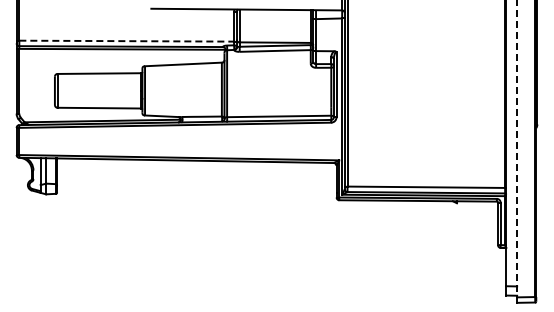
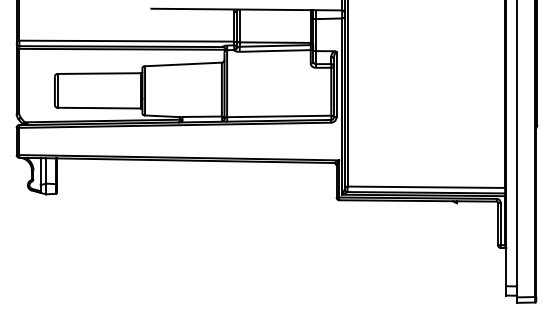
line at (127, 41): dashed -> solid
line at (517, 149): dashed -> solid
